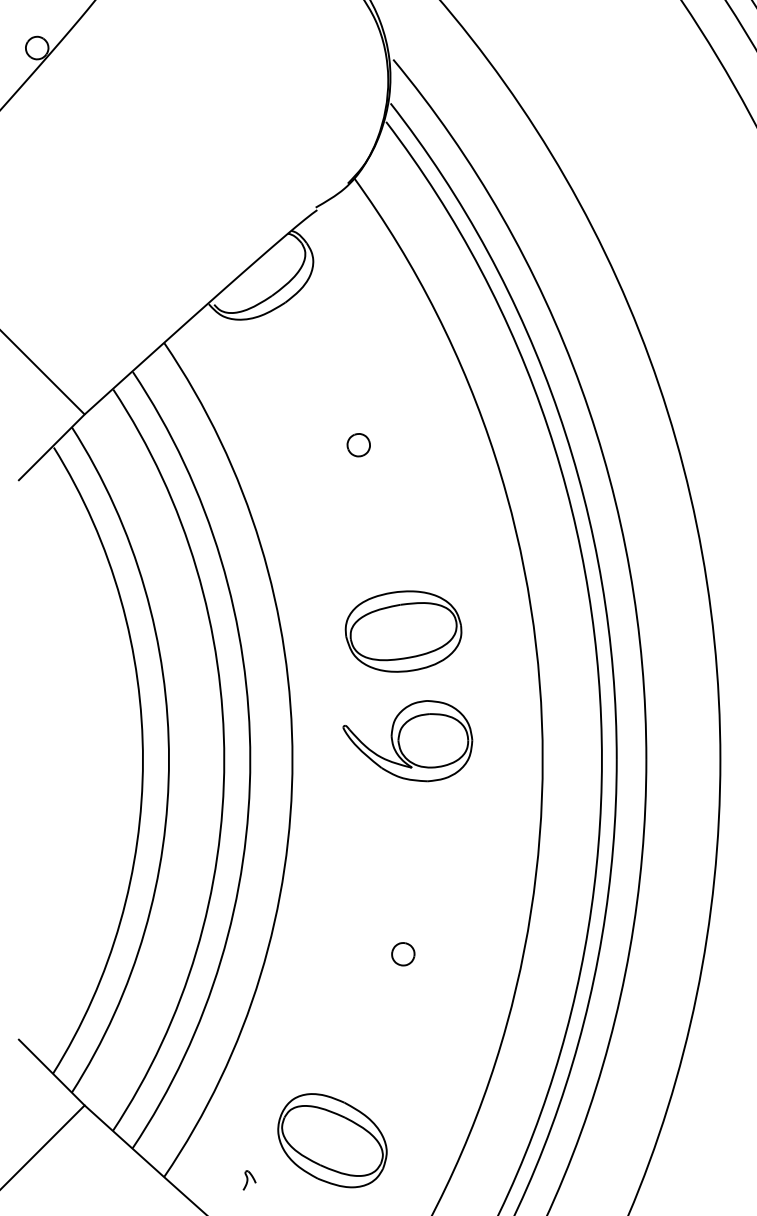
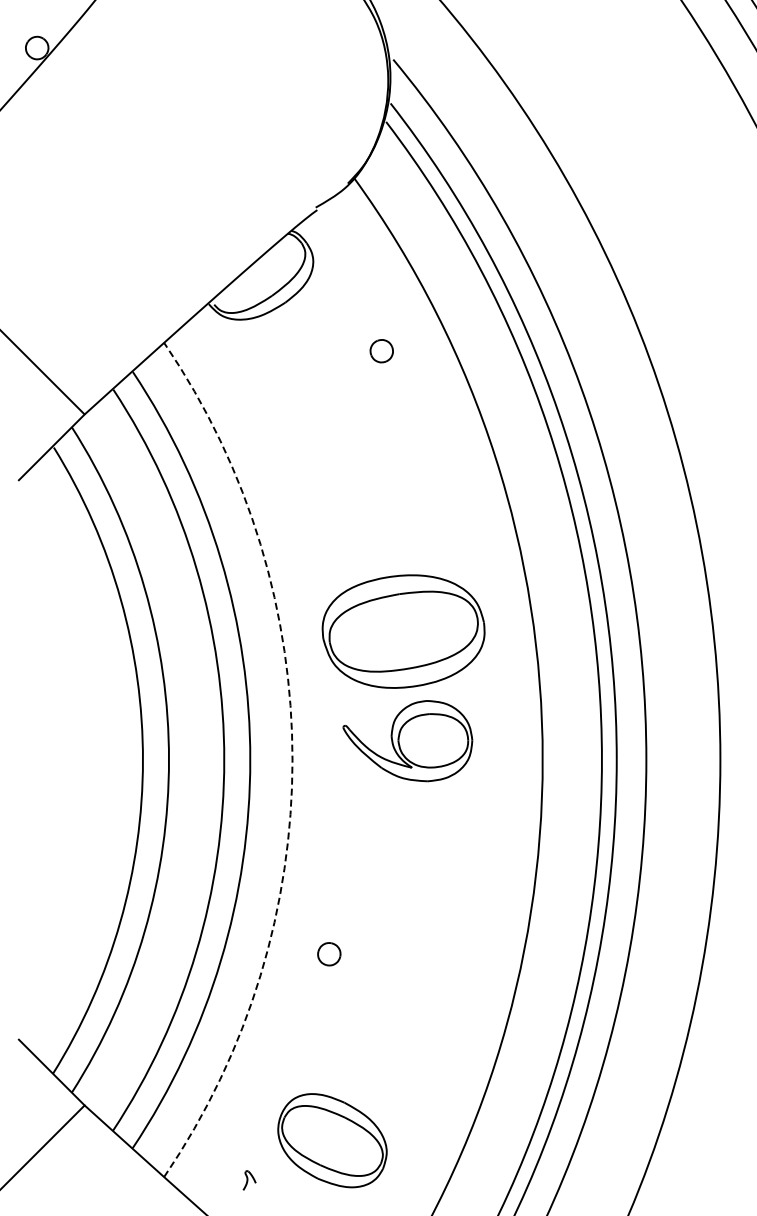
part at (358, 445) position: (358, 445) -> (381, 351)
part at (403, 631) size: 119x83 px -> 165x115 px
arc at (292, 760): solid -> dashed
part at (403, 954) position: (403, 954) -> (329, 954)
